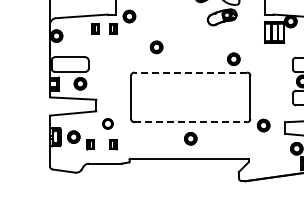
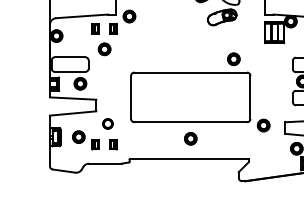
part at (156, 47) position: (156, 47) -> (104, 49)
line at (190, 72): dashed -> solid
line at (191, 122): dashed -> solid
part at (80, 140) position: (80, 140) -> (85, 140)
